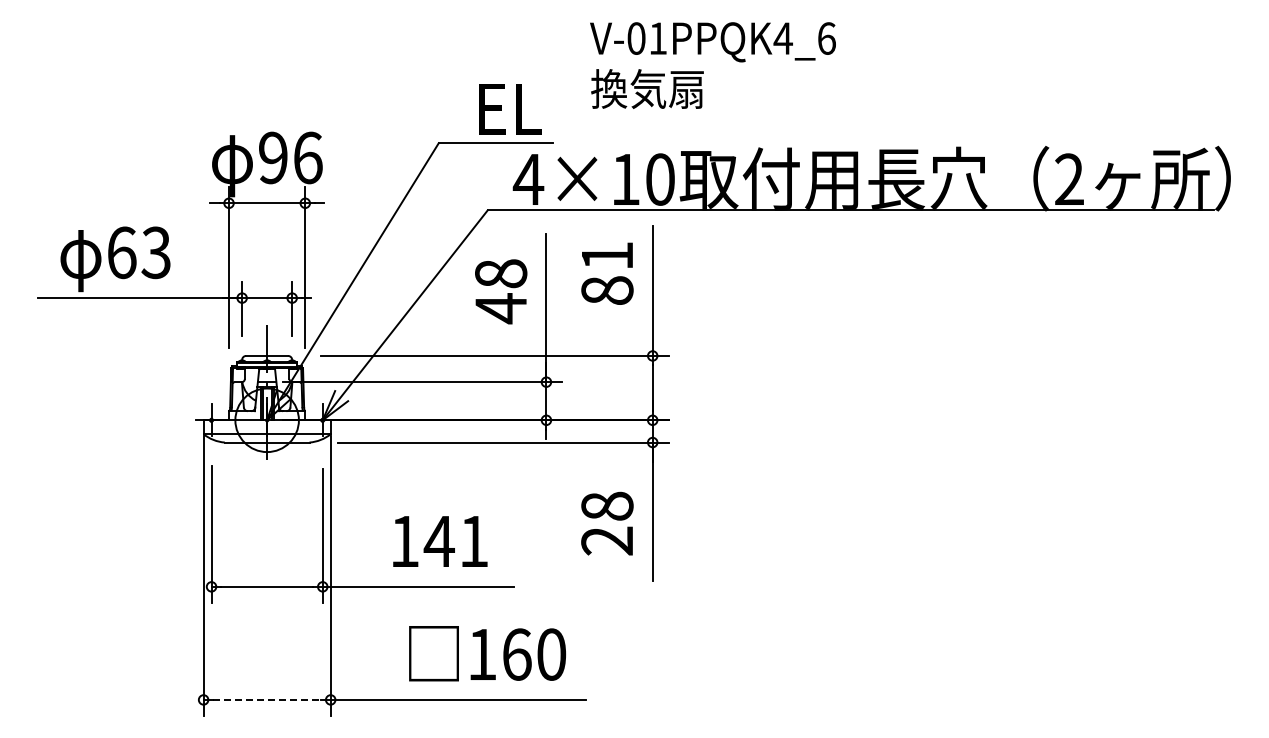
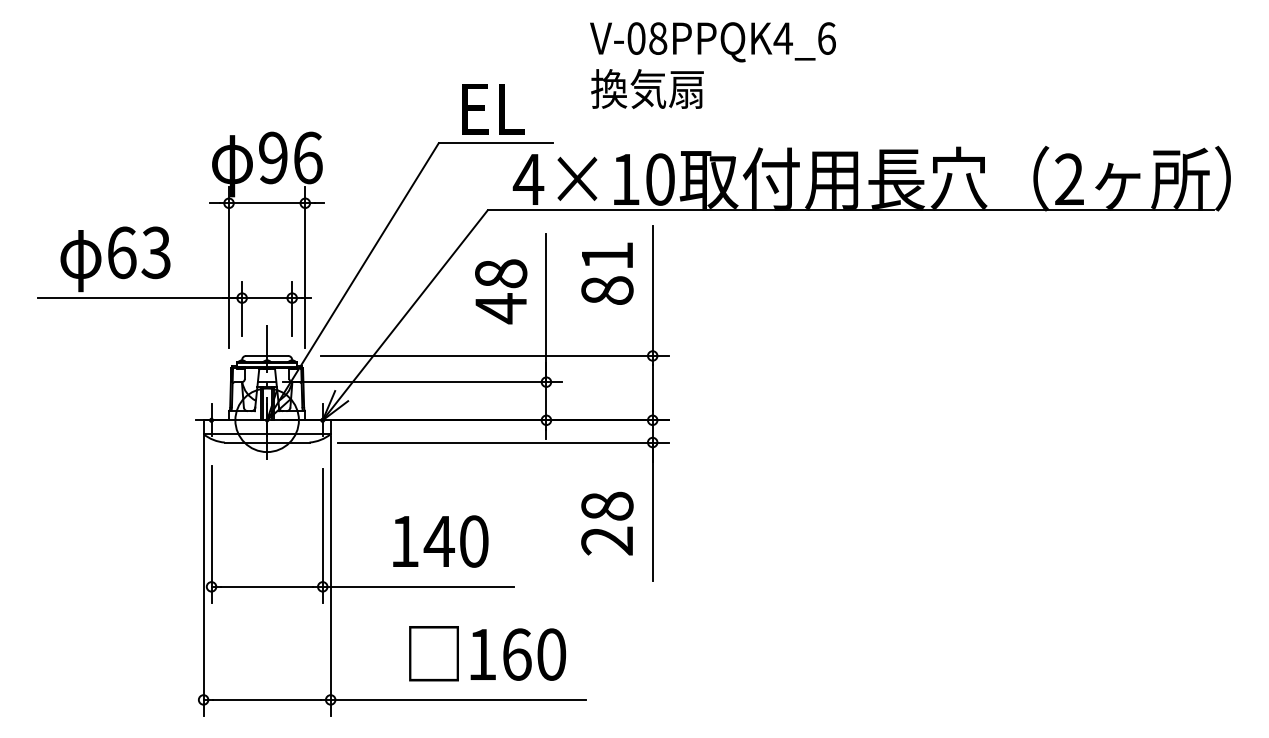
text at (658, 38): V-01PPQK4_6 -> V-08PPQK4_6
text at (510, 109) position: (510, 109) -> (493, 109)
text at (474, 541): 141 -> 140
line at (267, 699): dashed -> solid
